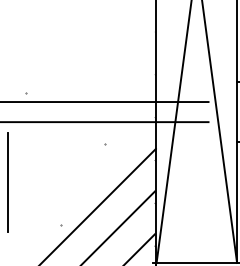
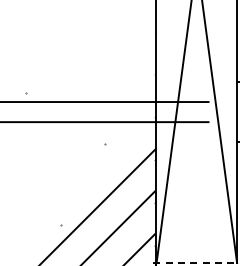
line at (7, 182): present -> none
line at (196, 262): solid -> dashed
